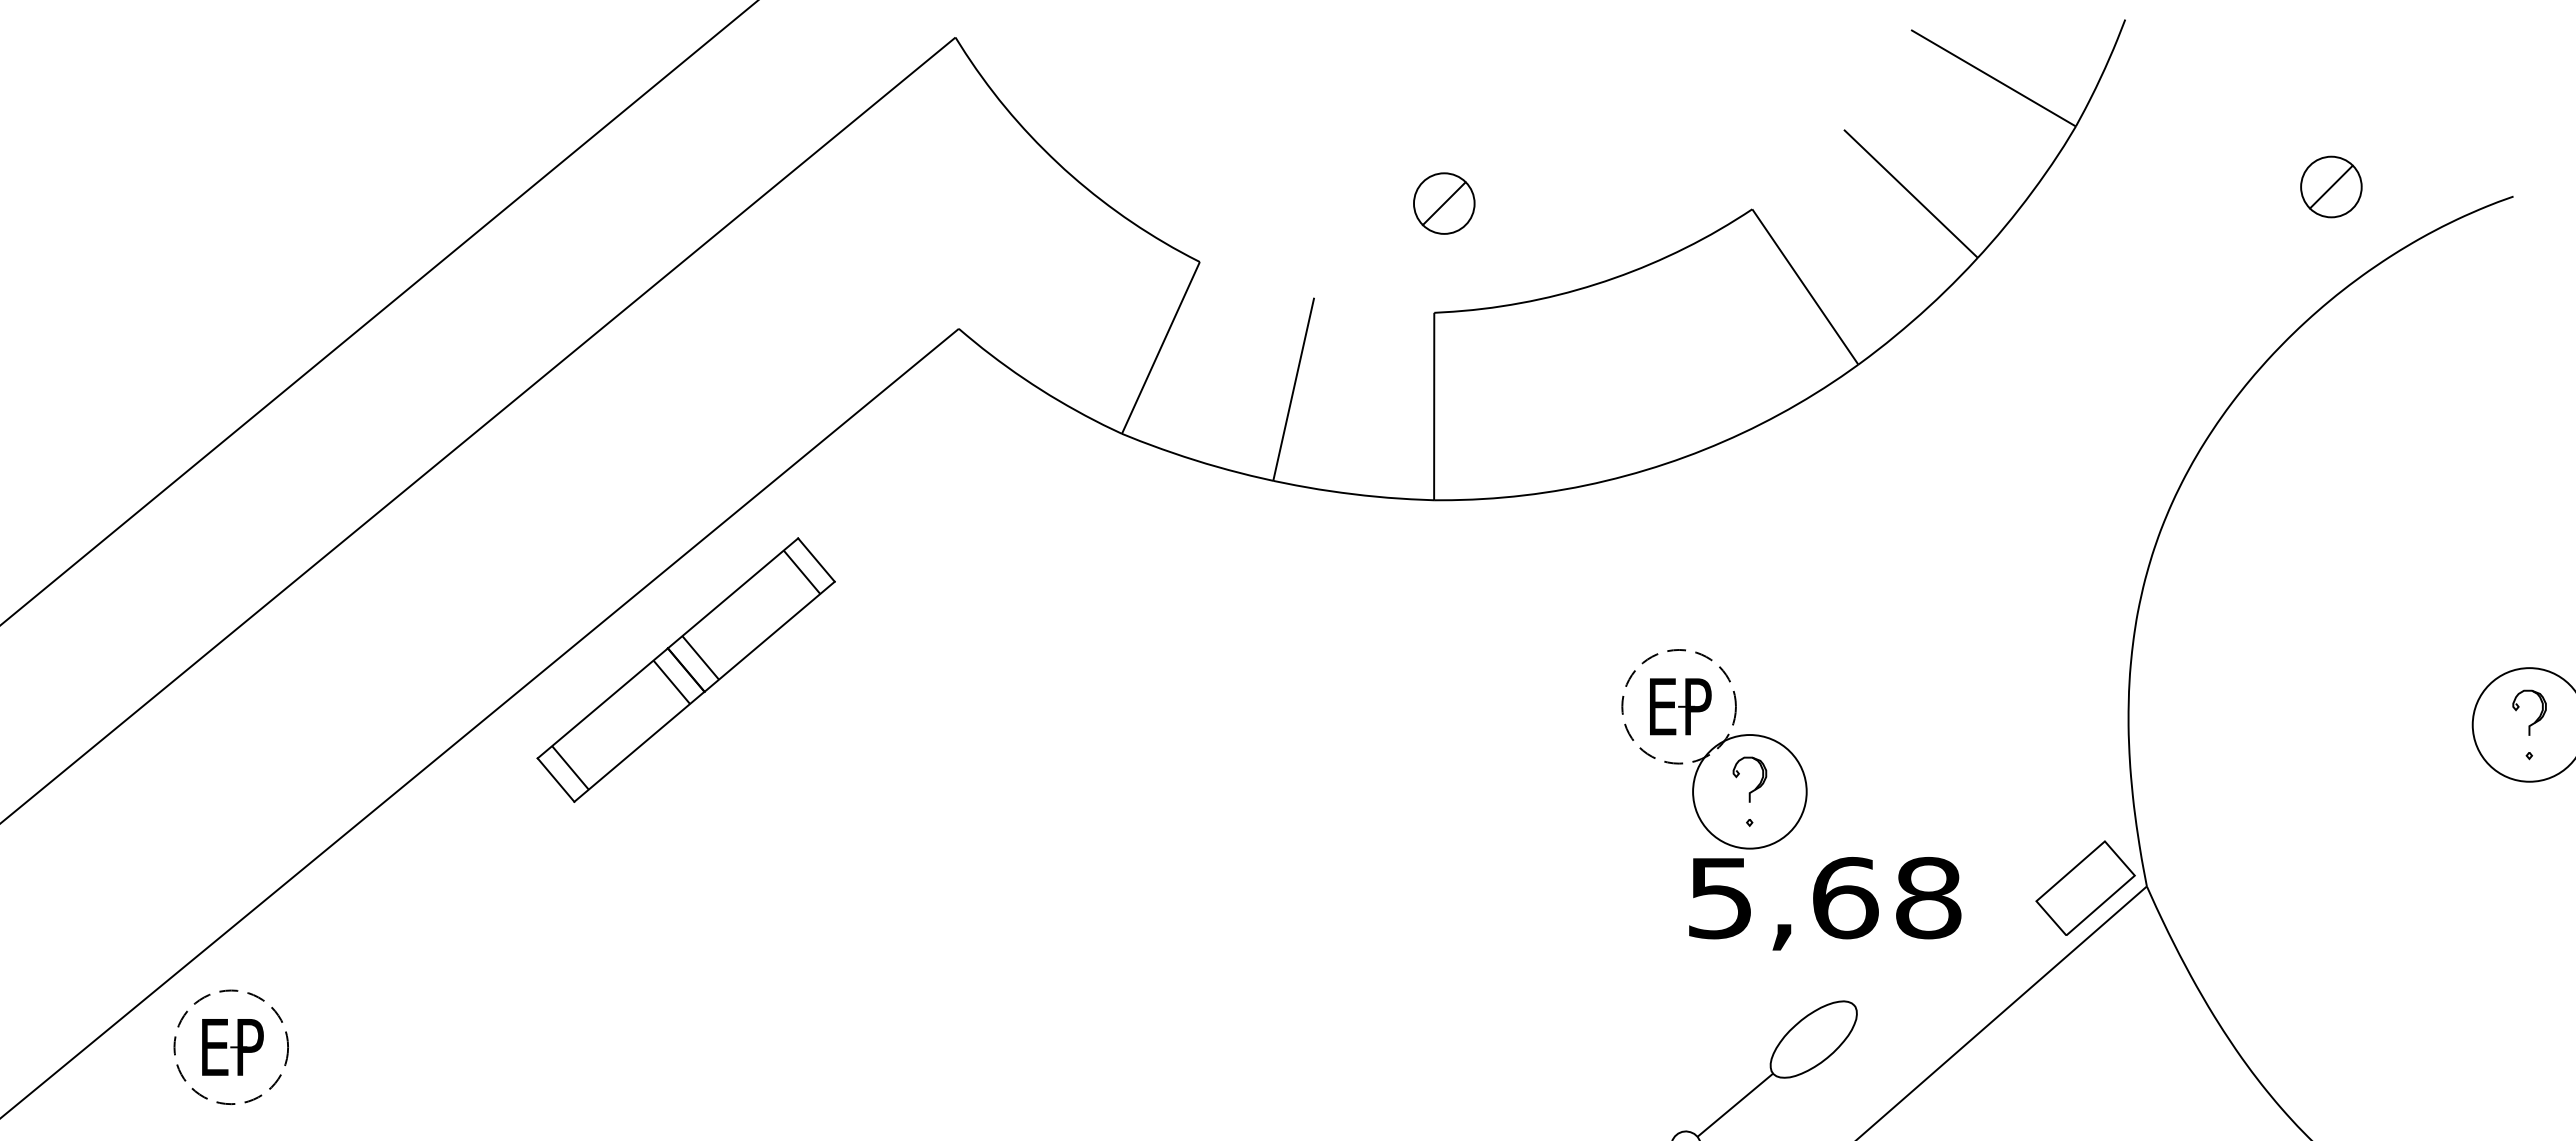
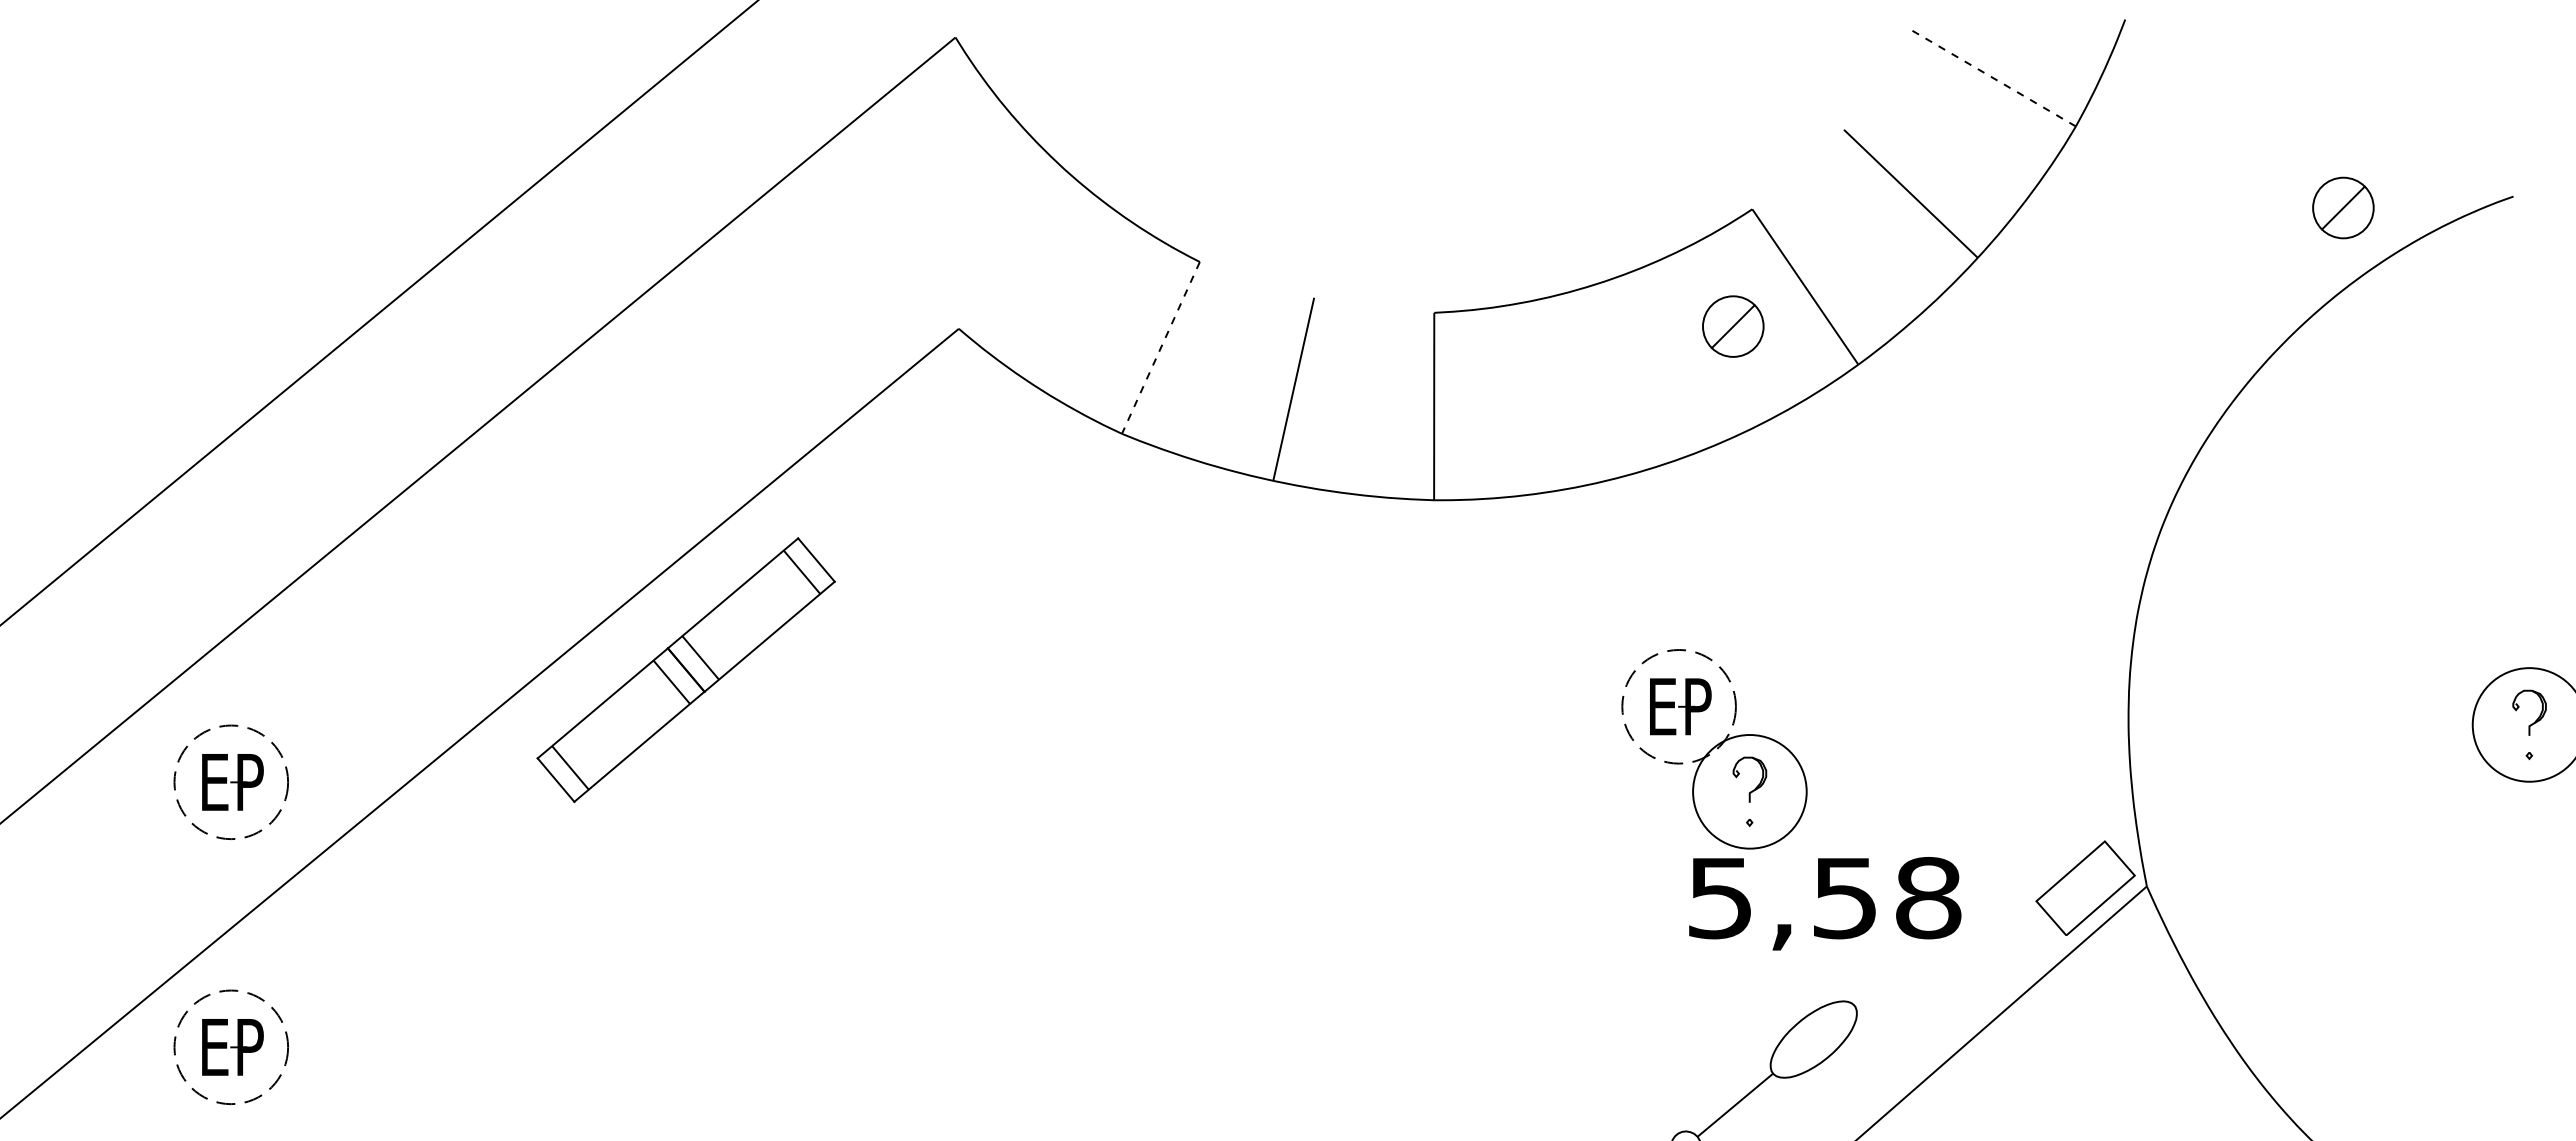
line at (1993, 78): solid -> dashed
part at (2331, 186) position: (2331, 186) -> (2343, 207)
part at (1444, 203) position: (1444, 203) -> (1733, 326)
line at (1160, 348): solid -> dashed
part at (230, 781): none -> present
text at (1845, 898): 5,68 -> 5,58
